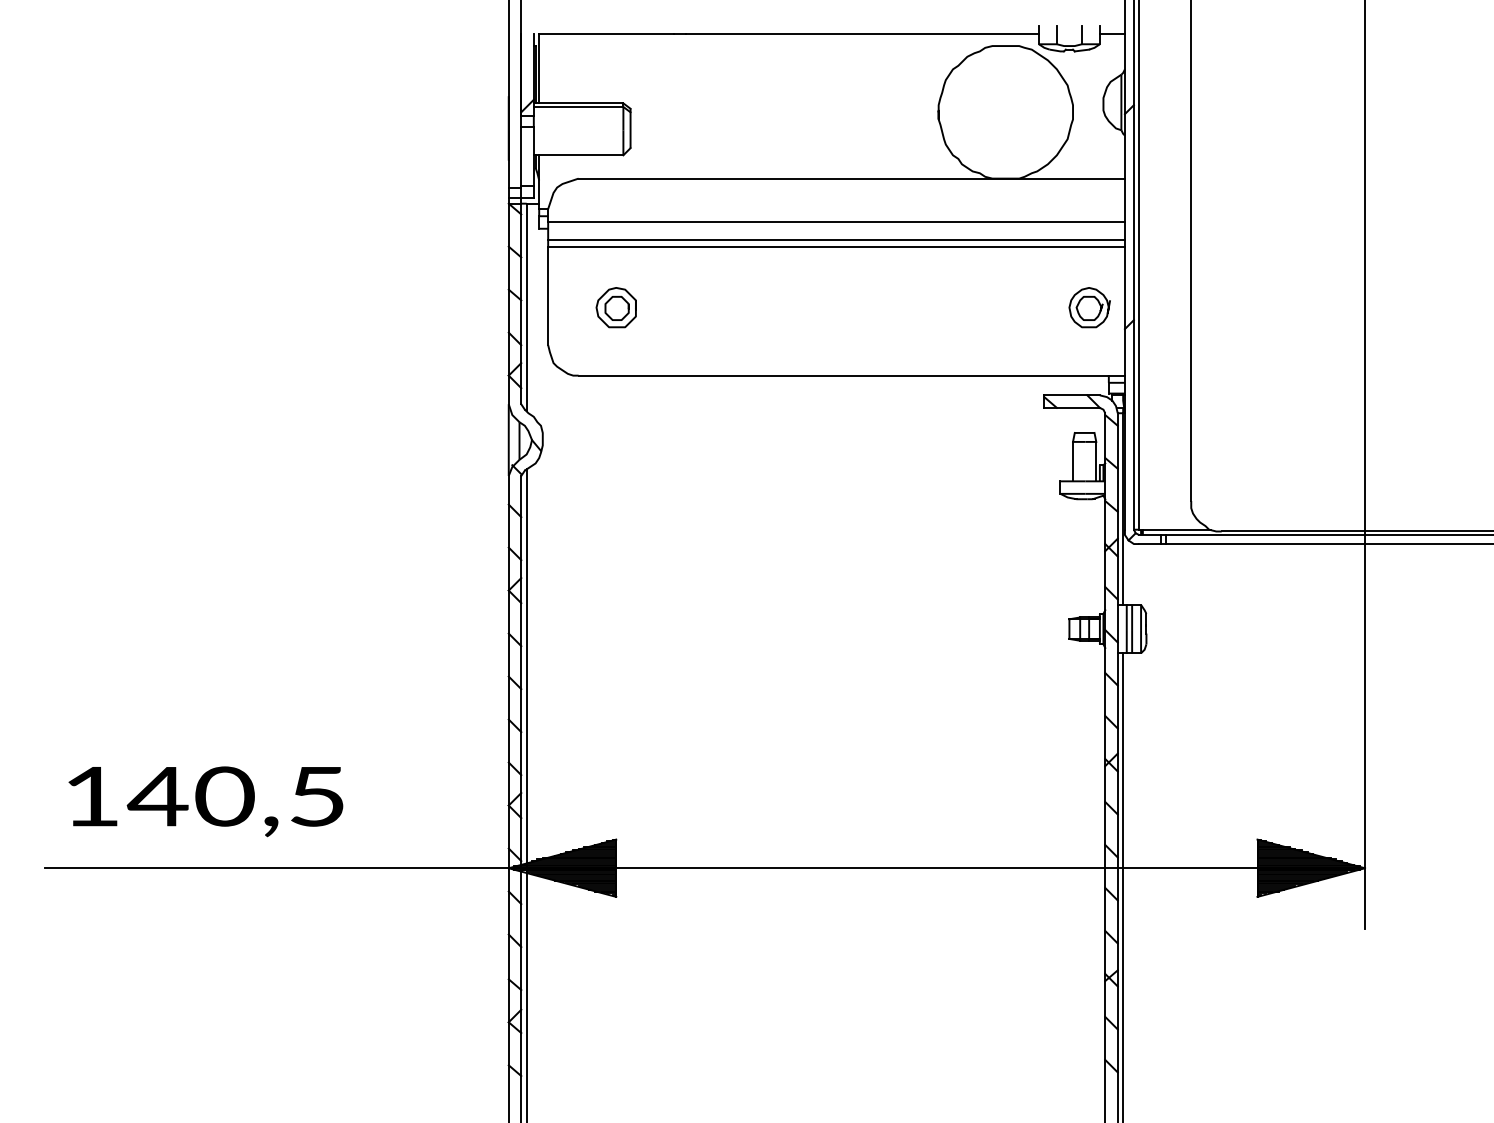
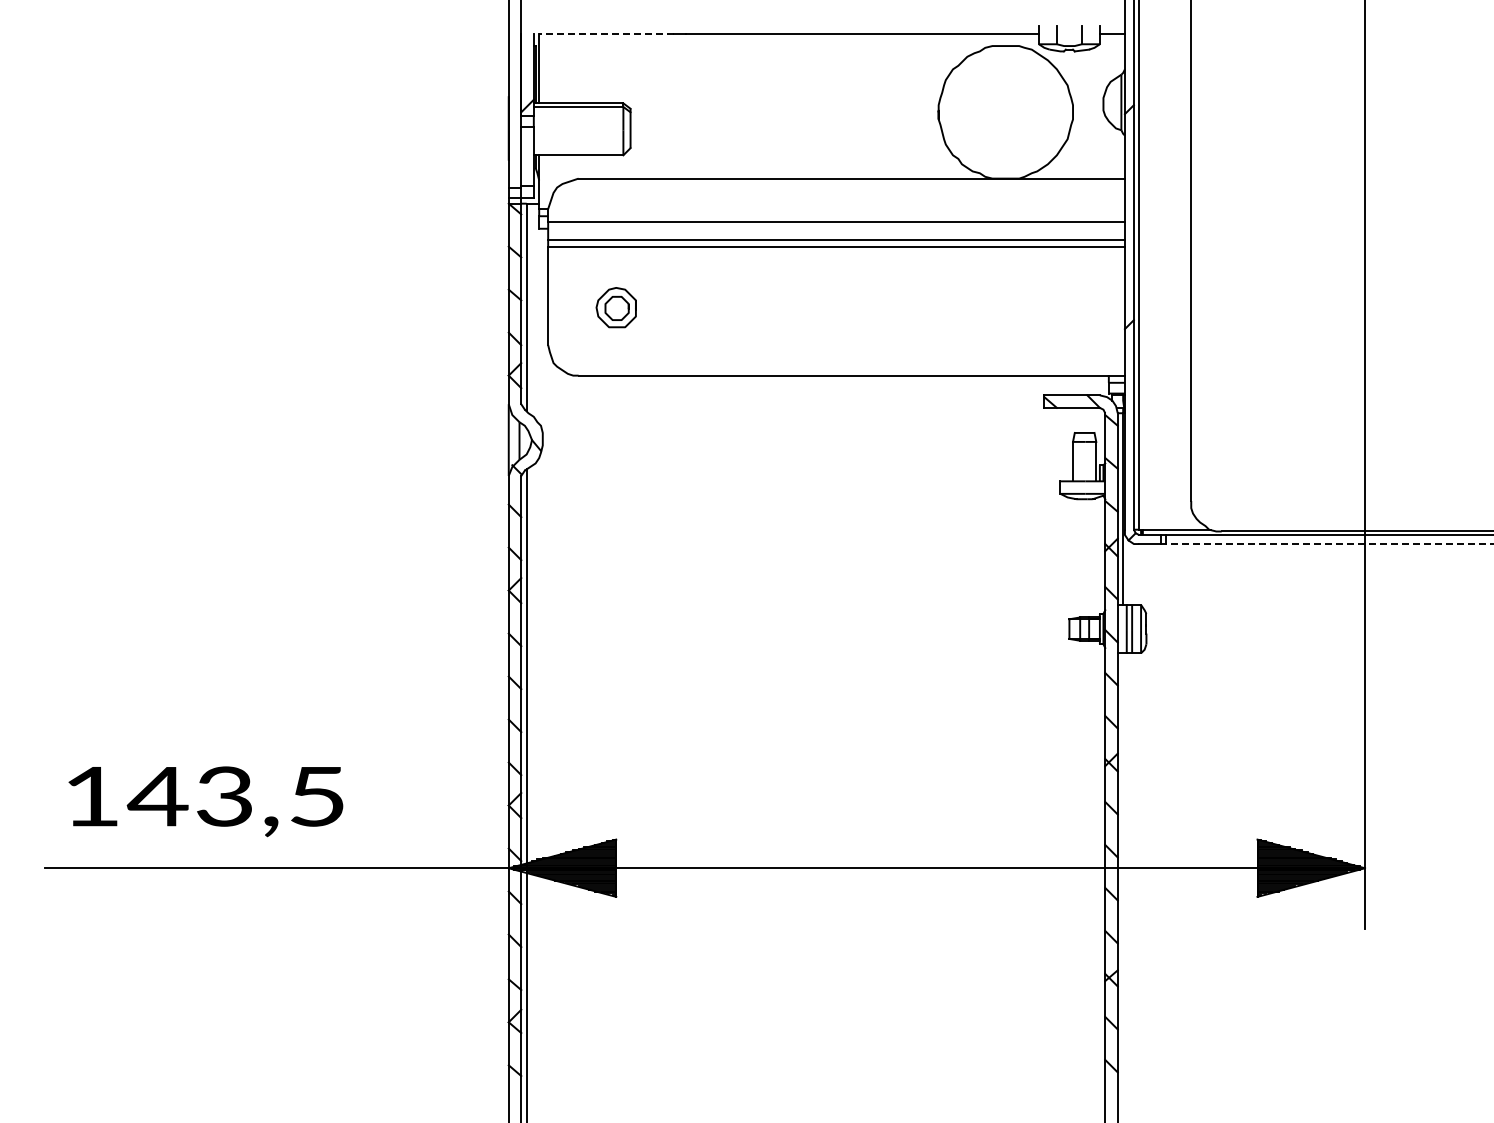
line at (605, 33): solid -> dashed
part at (1089, 307): present -> none
line at (1330, 544): solid -> dashed
text at (224, 796): 140,5 -> 143,5
line at (1123, 886): present -> none
